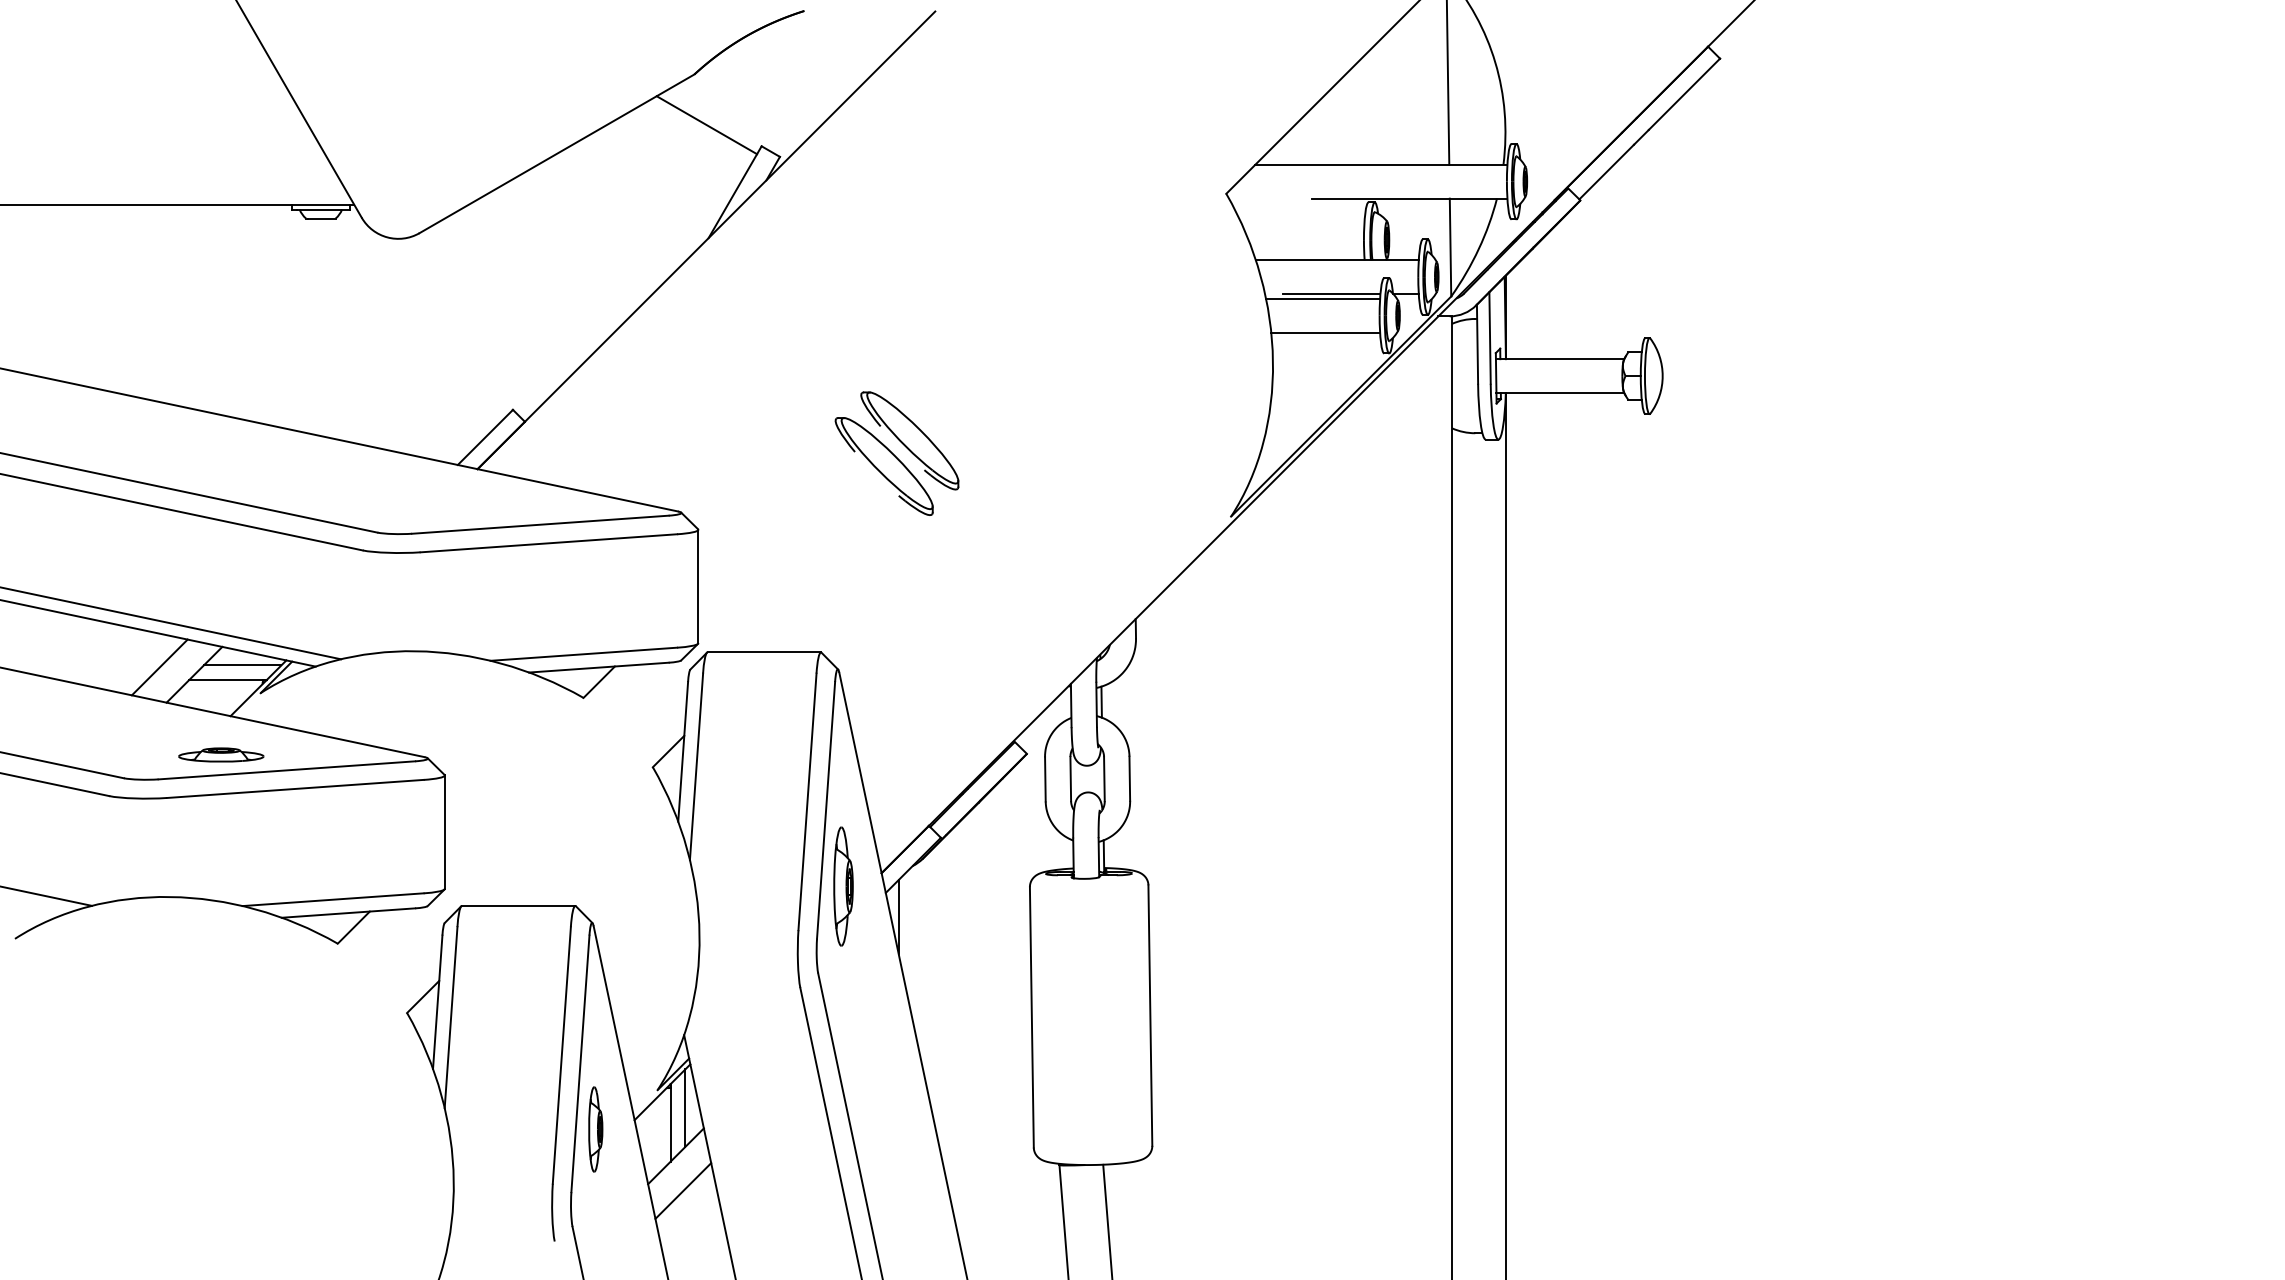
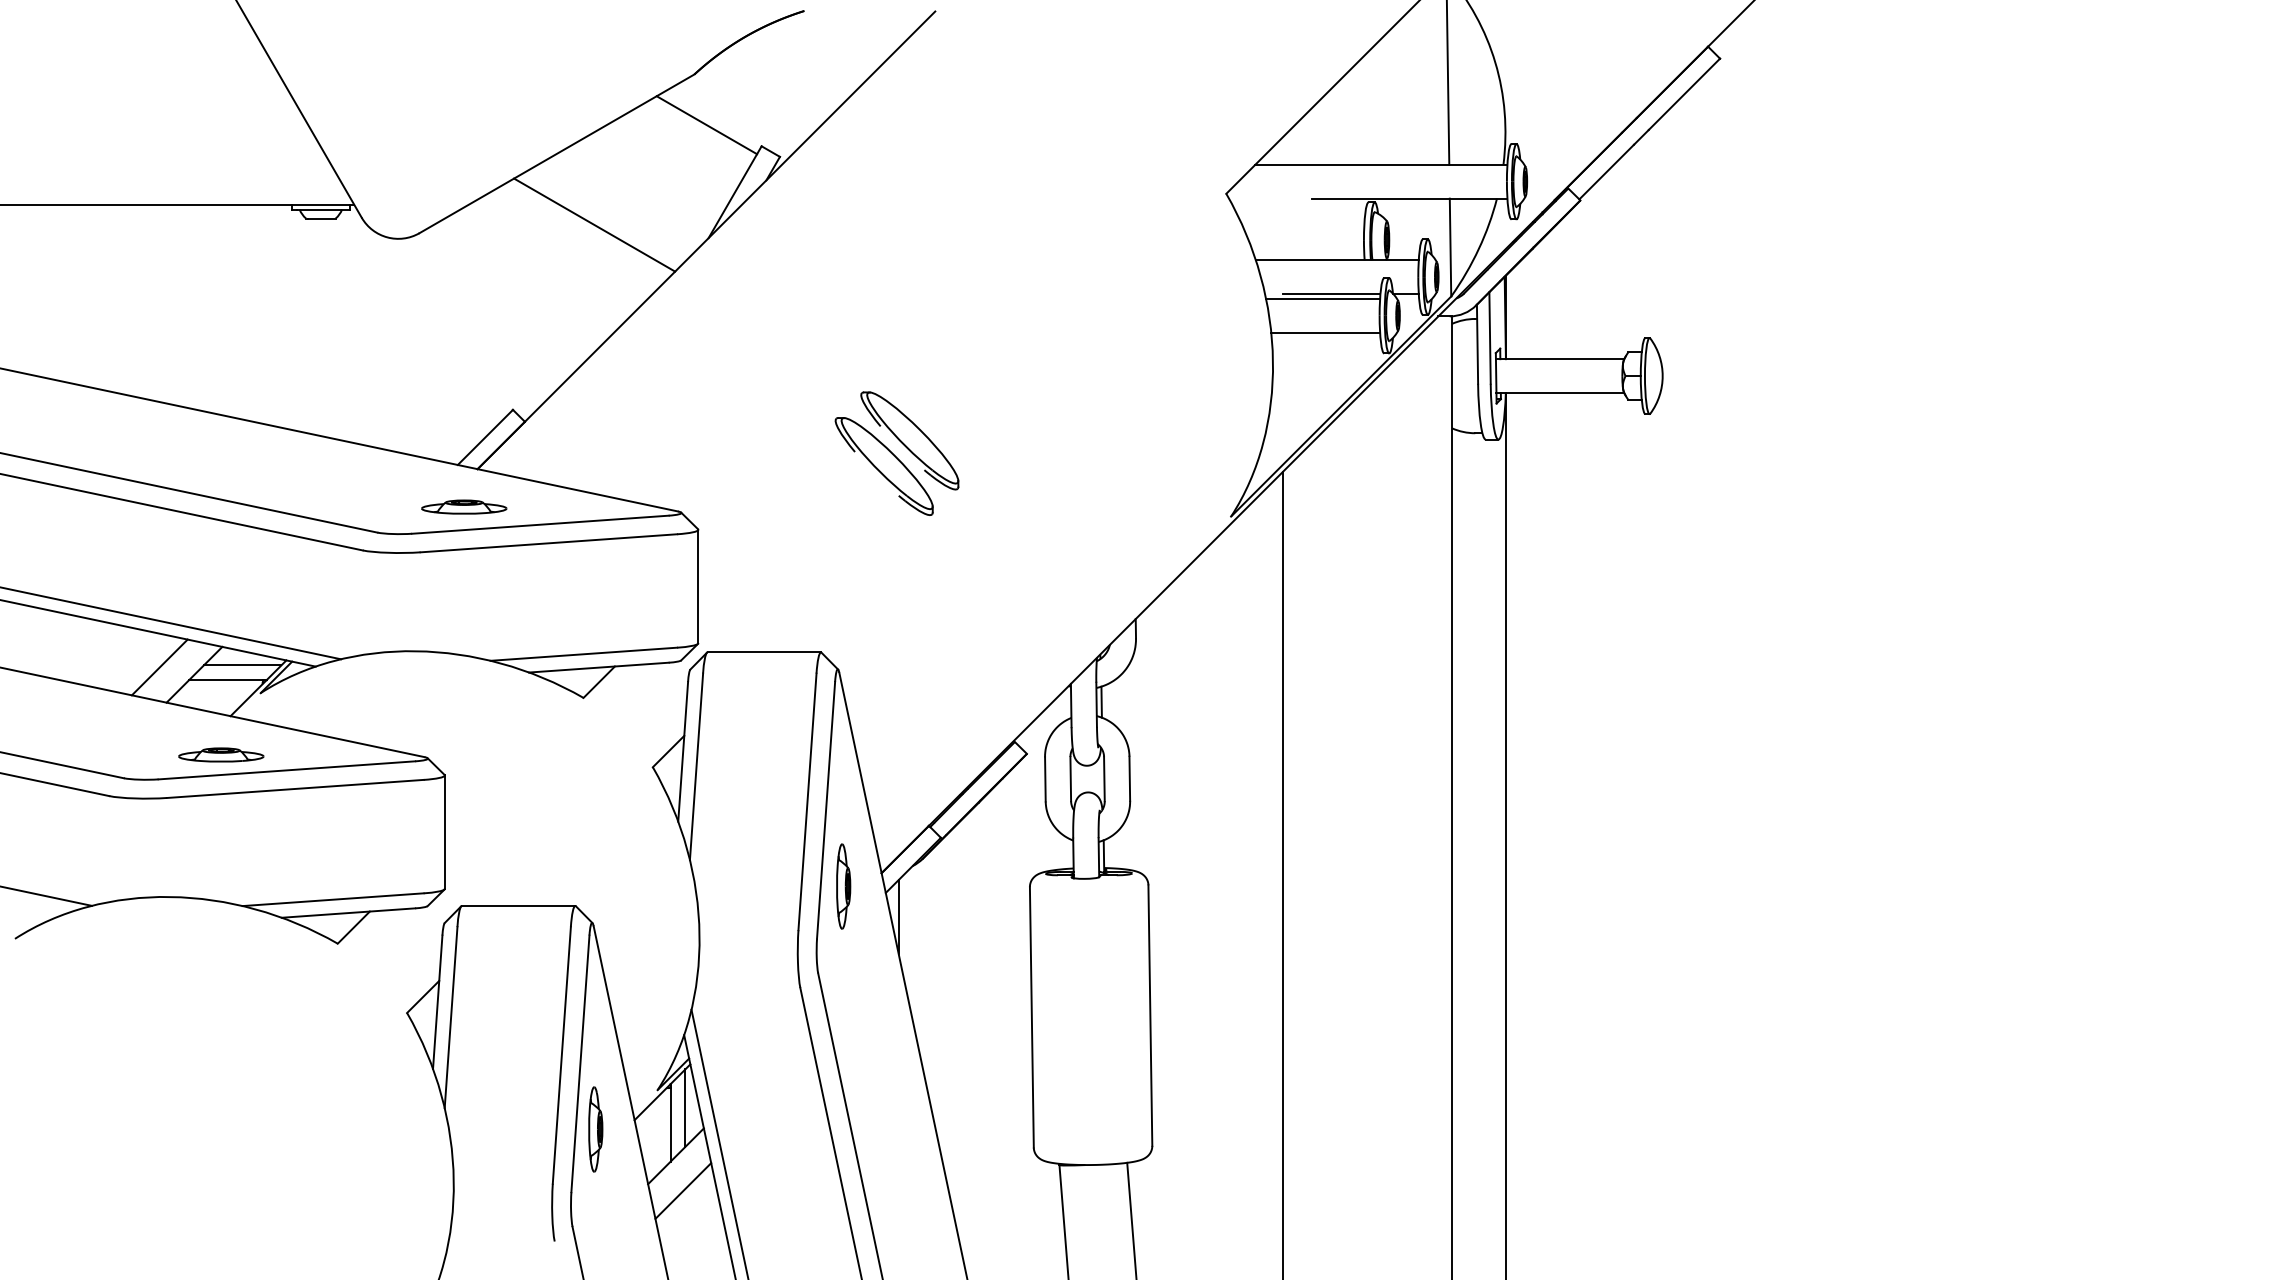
line at (594, 224): none -> present
part at (464, 506): none -> present
line at (1282, 874): none -> present
part at (843, 886) size: 21x121 px -> 16x87 px
line at (719, 1142): none -> present
line at (1107, 1220) position: (1107, 1220) -> (1131, 1219)
